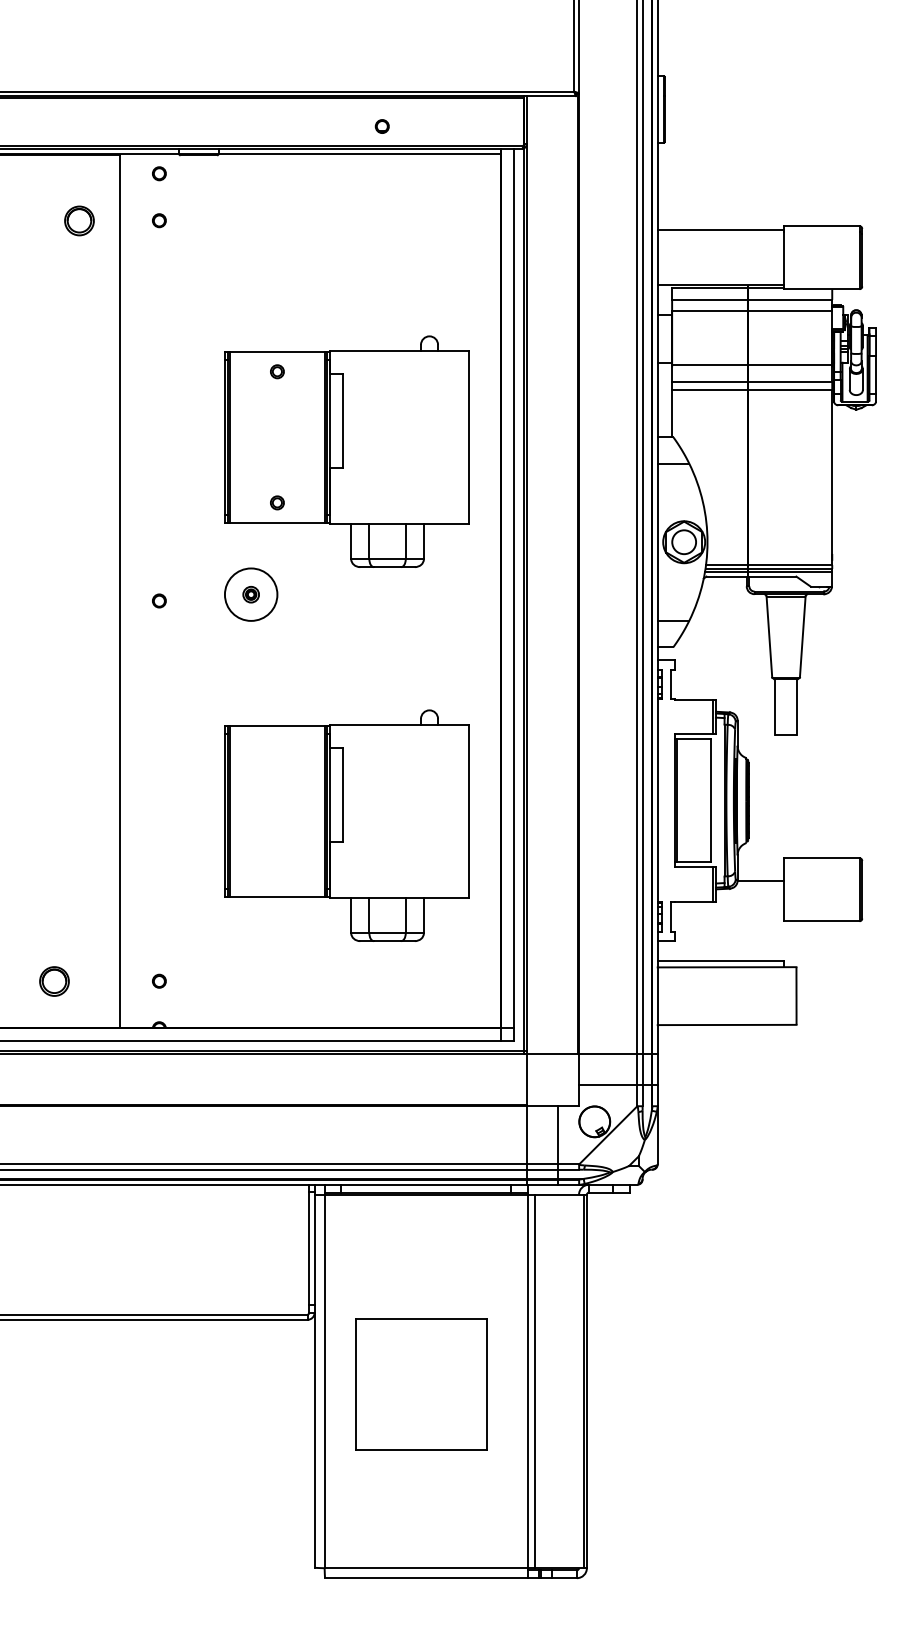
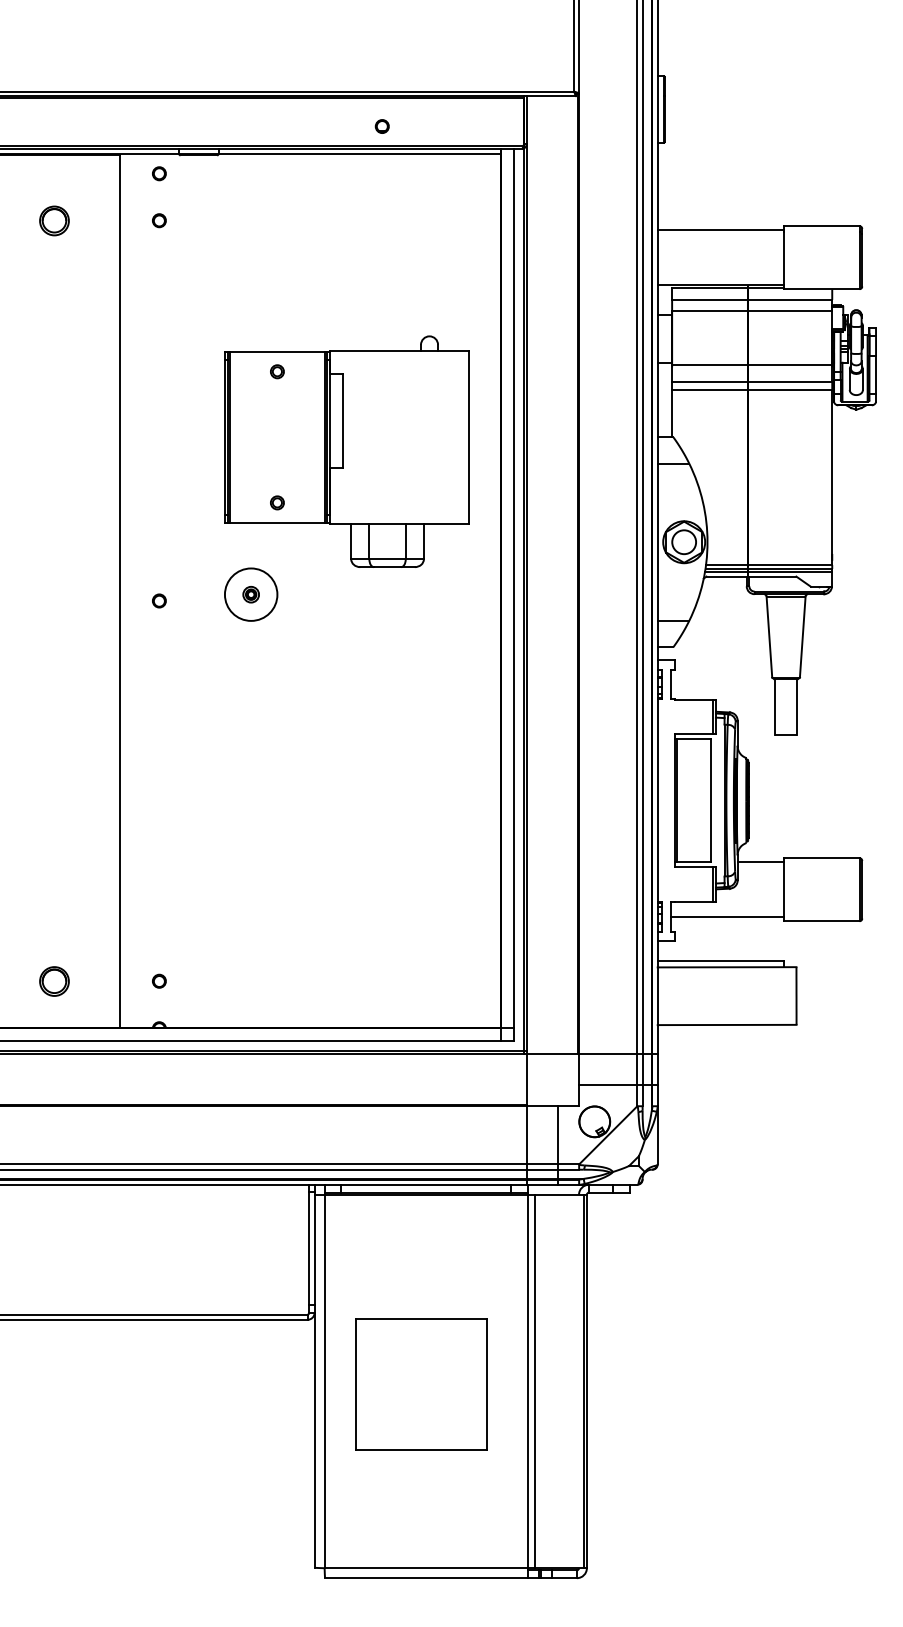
part at (79, 220) position: (79, 220) -> (54, 220)
part at (346, 825): present -> none
line at (760, 881) position: (760, 881) -> (760, 862)
line at (726, 917): none -> present
